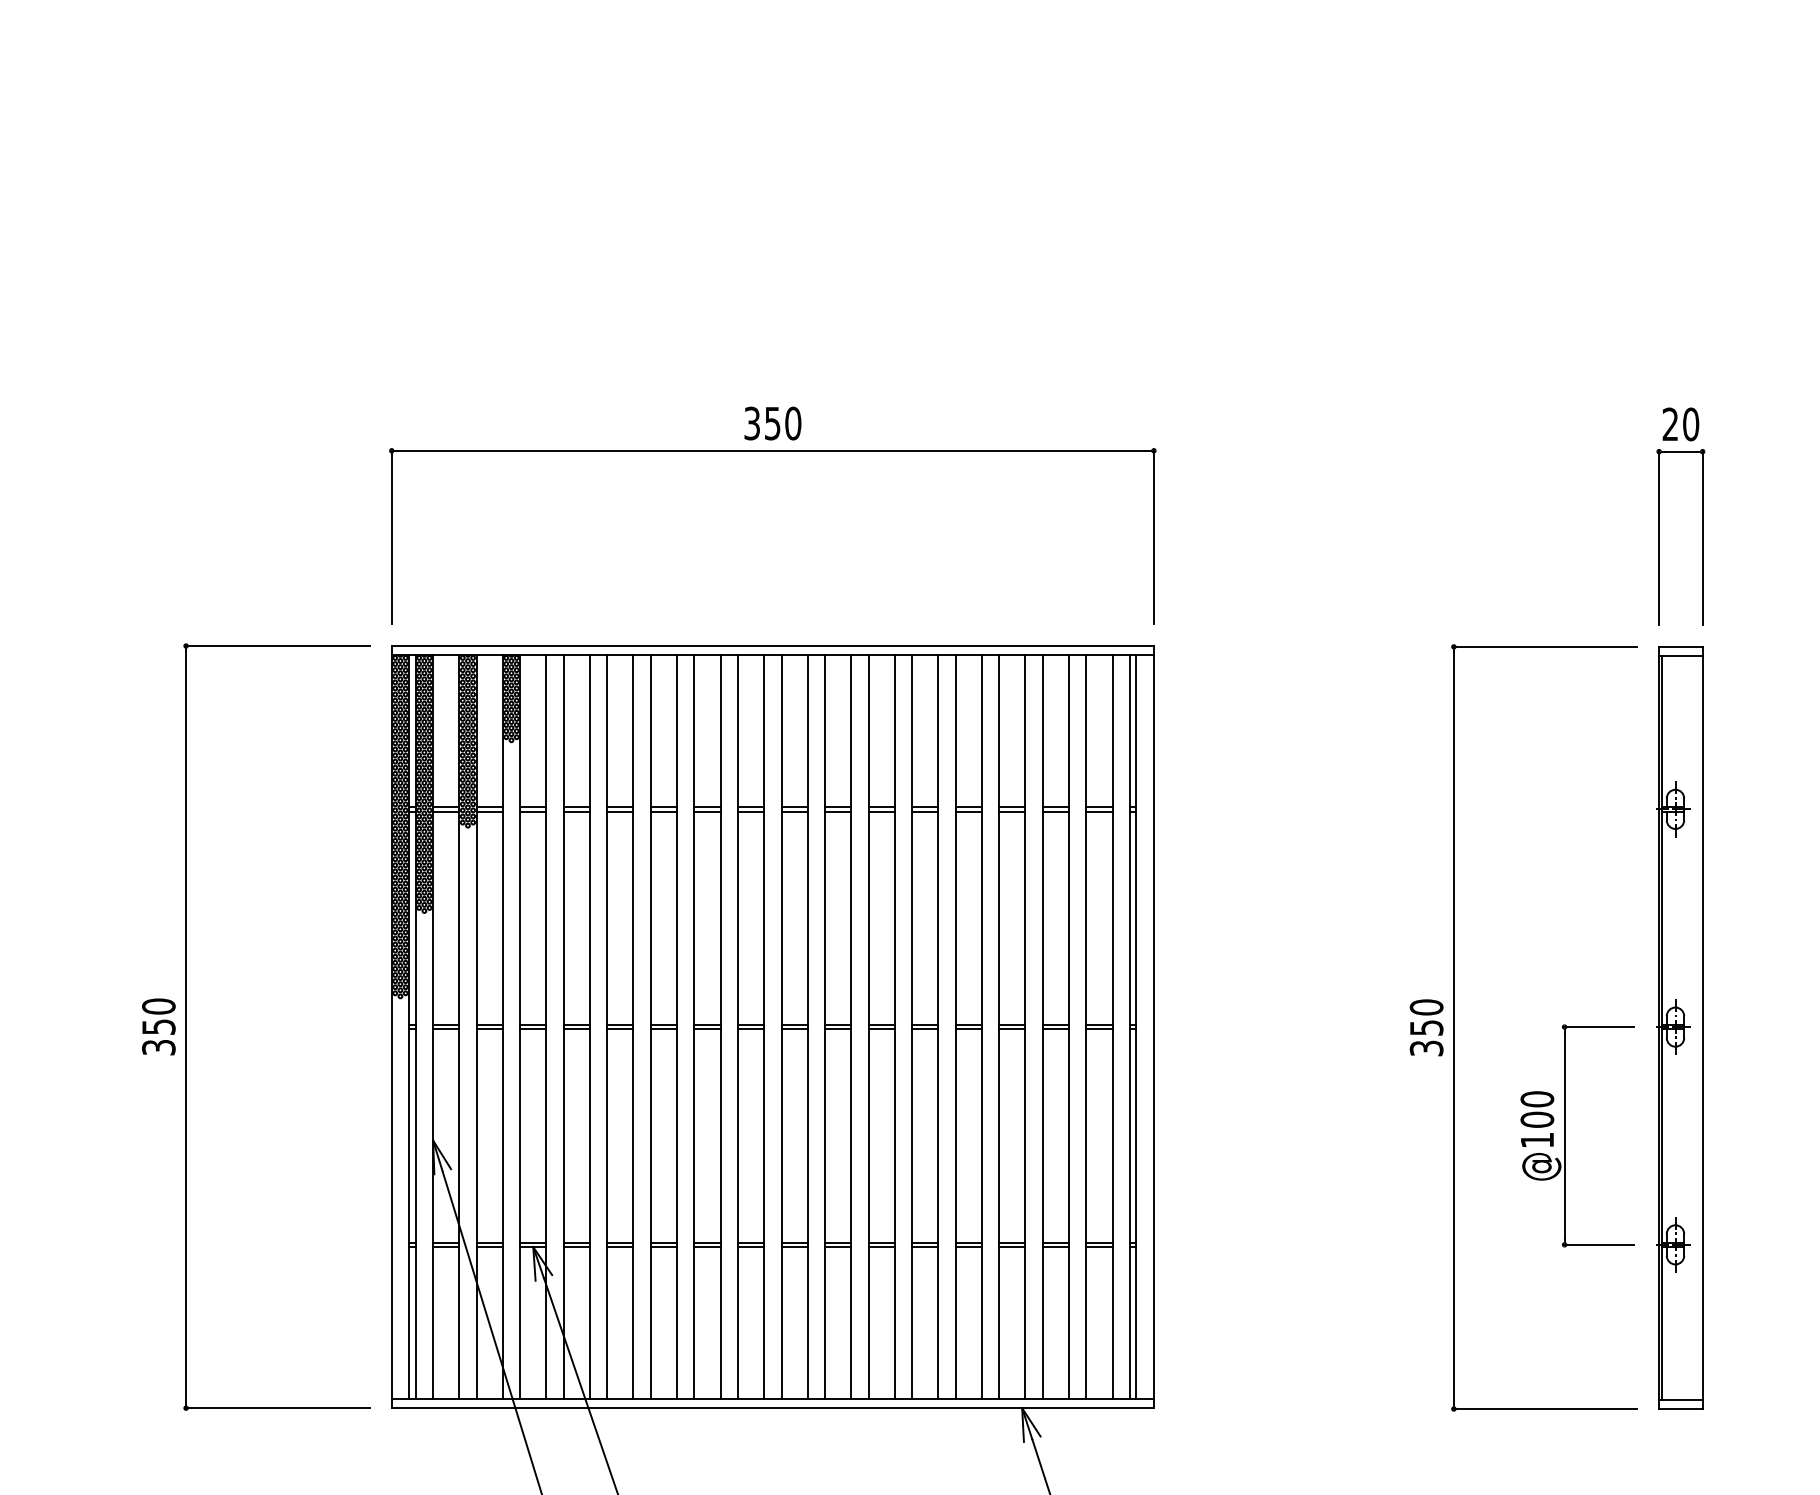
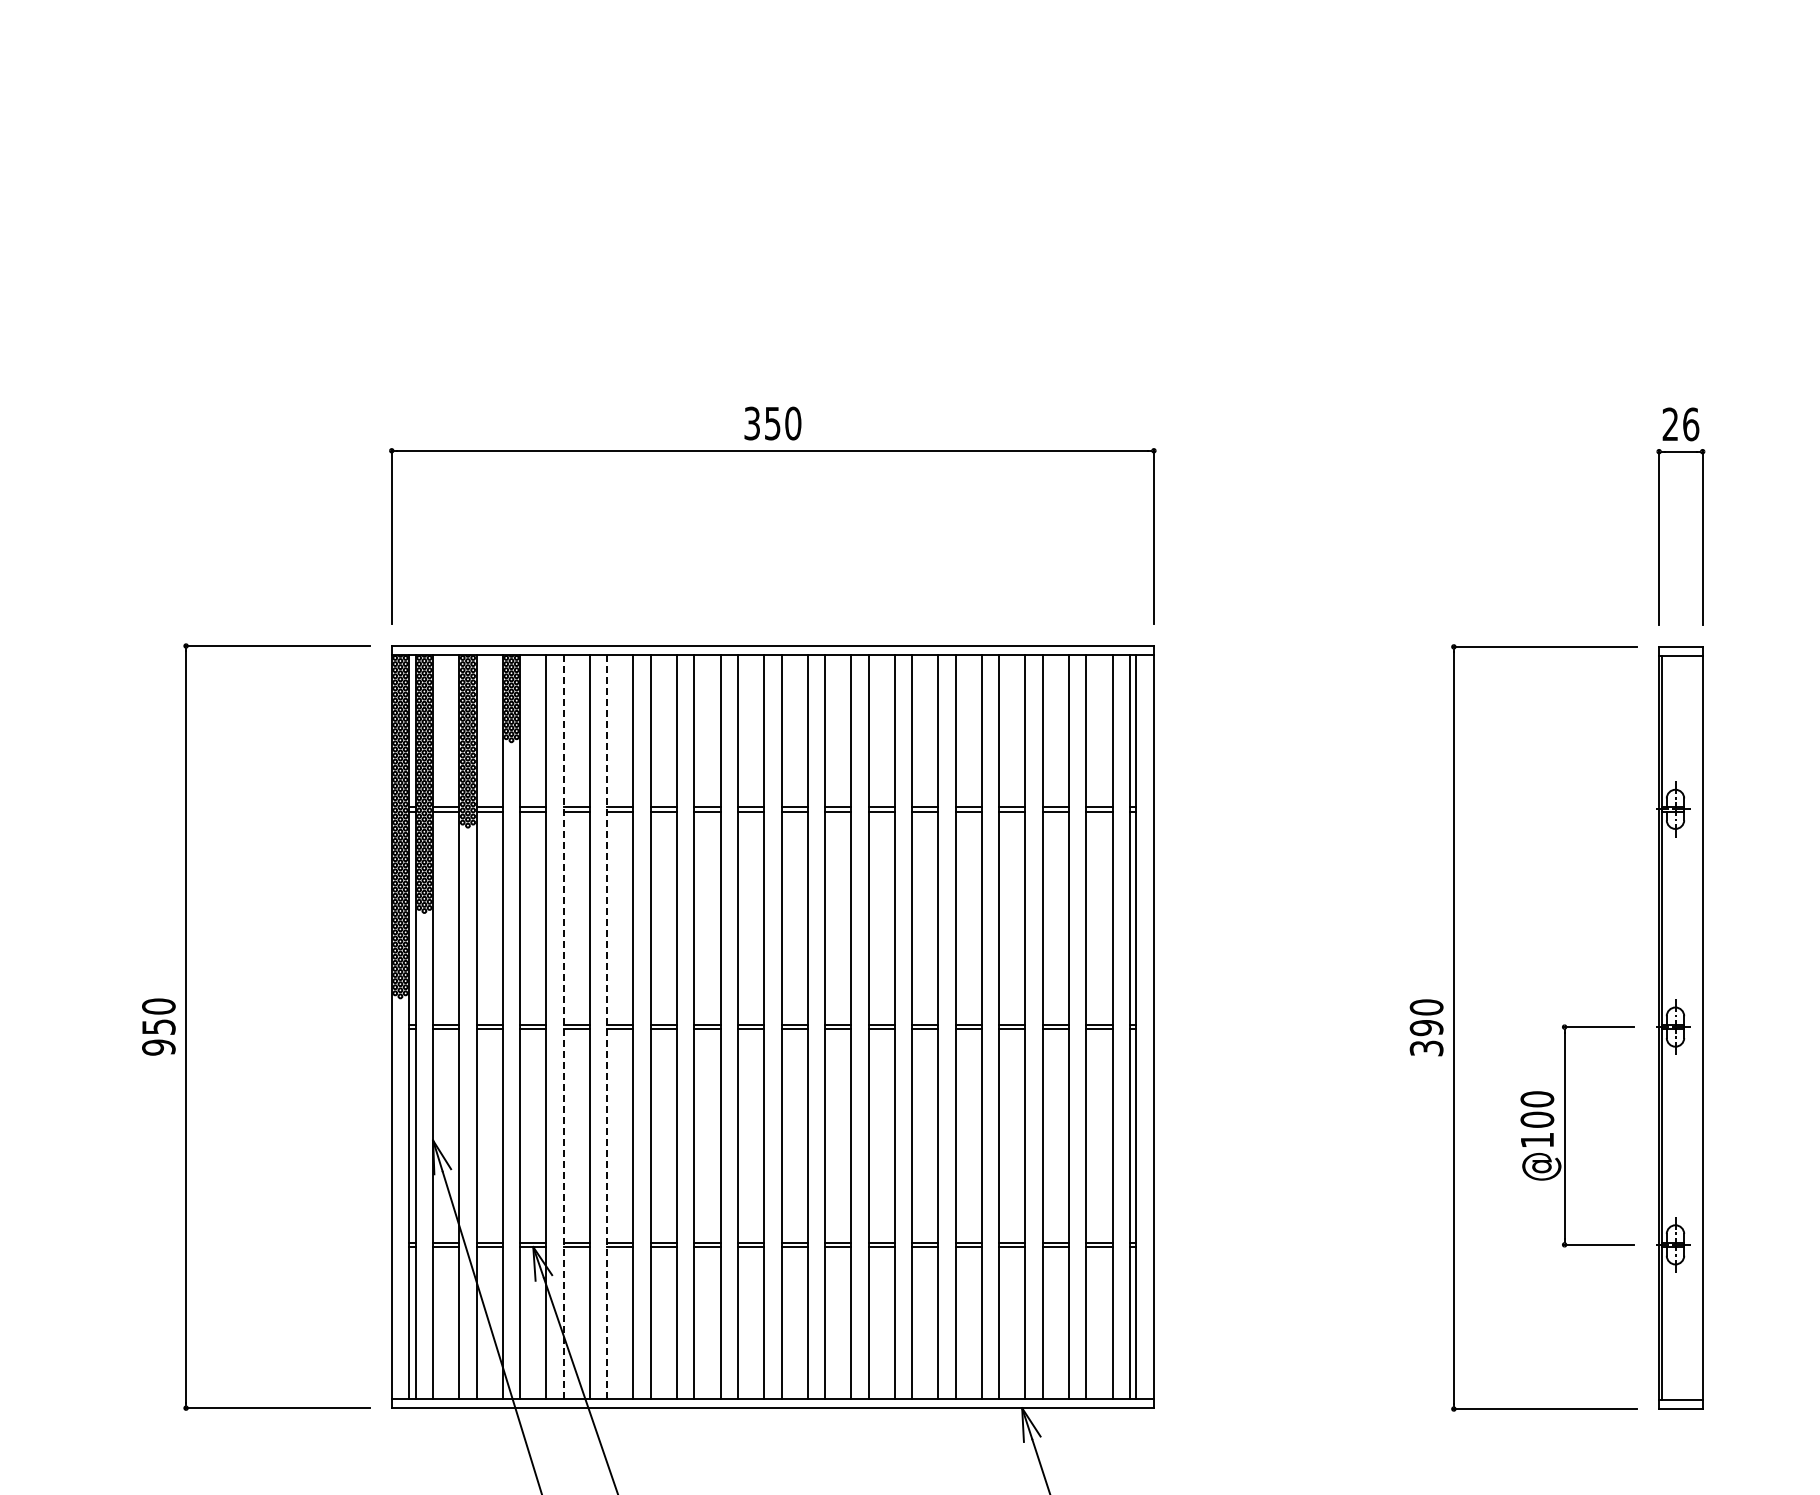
text at (1691, 423): 20 -> 26
line at (563, 1026): solid -> dashed
line at (607, 1026): solid -> dashed
text at (1426, 1028): 350 -> 390
text at (158, 1047): 350 -> 950
